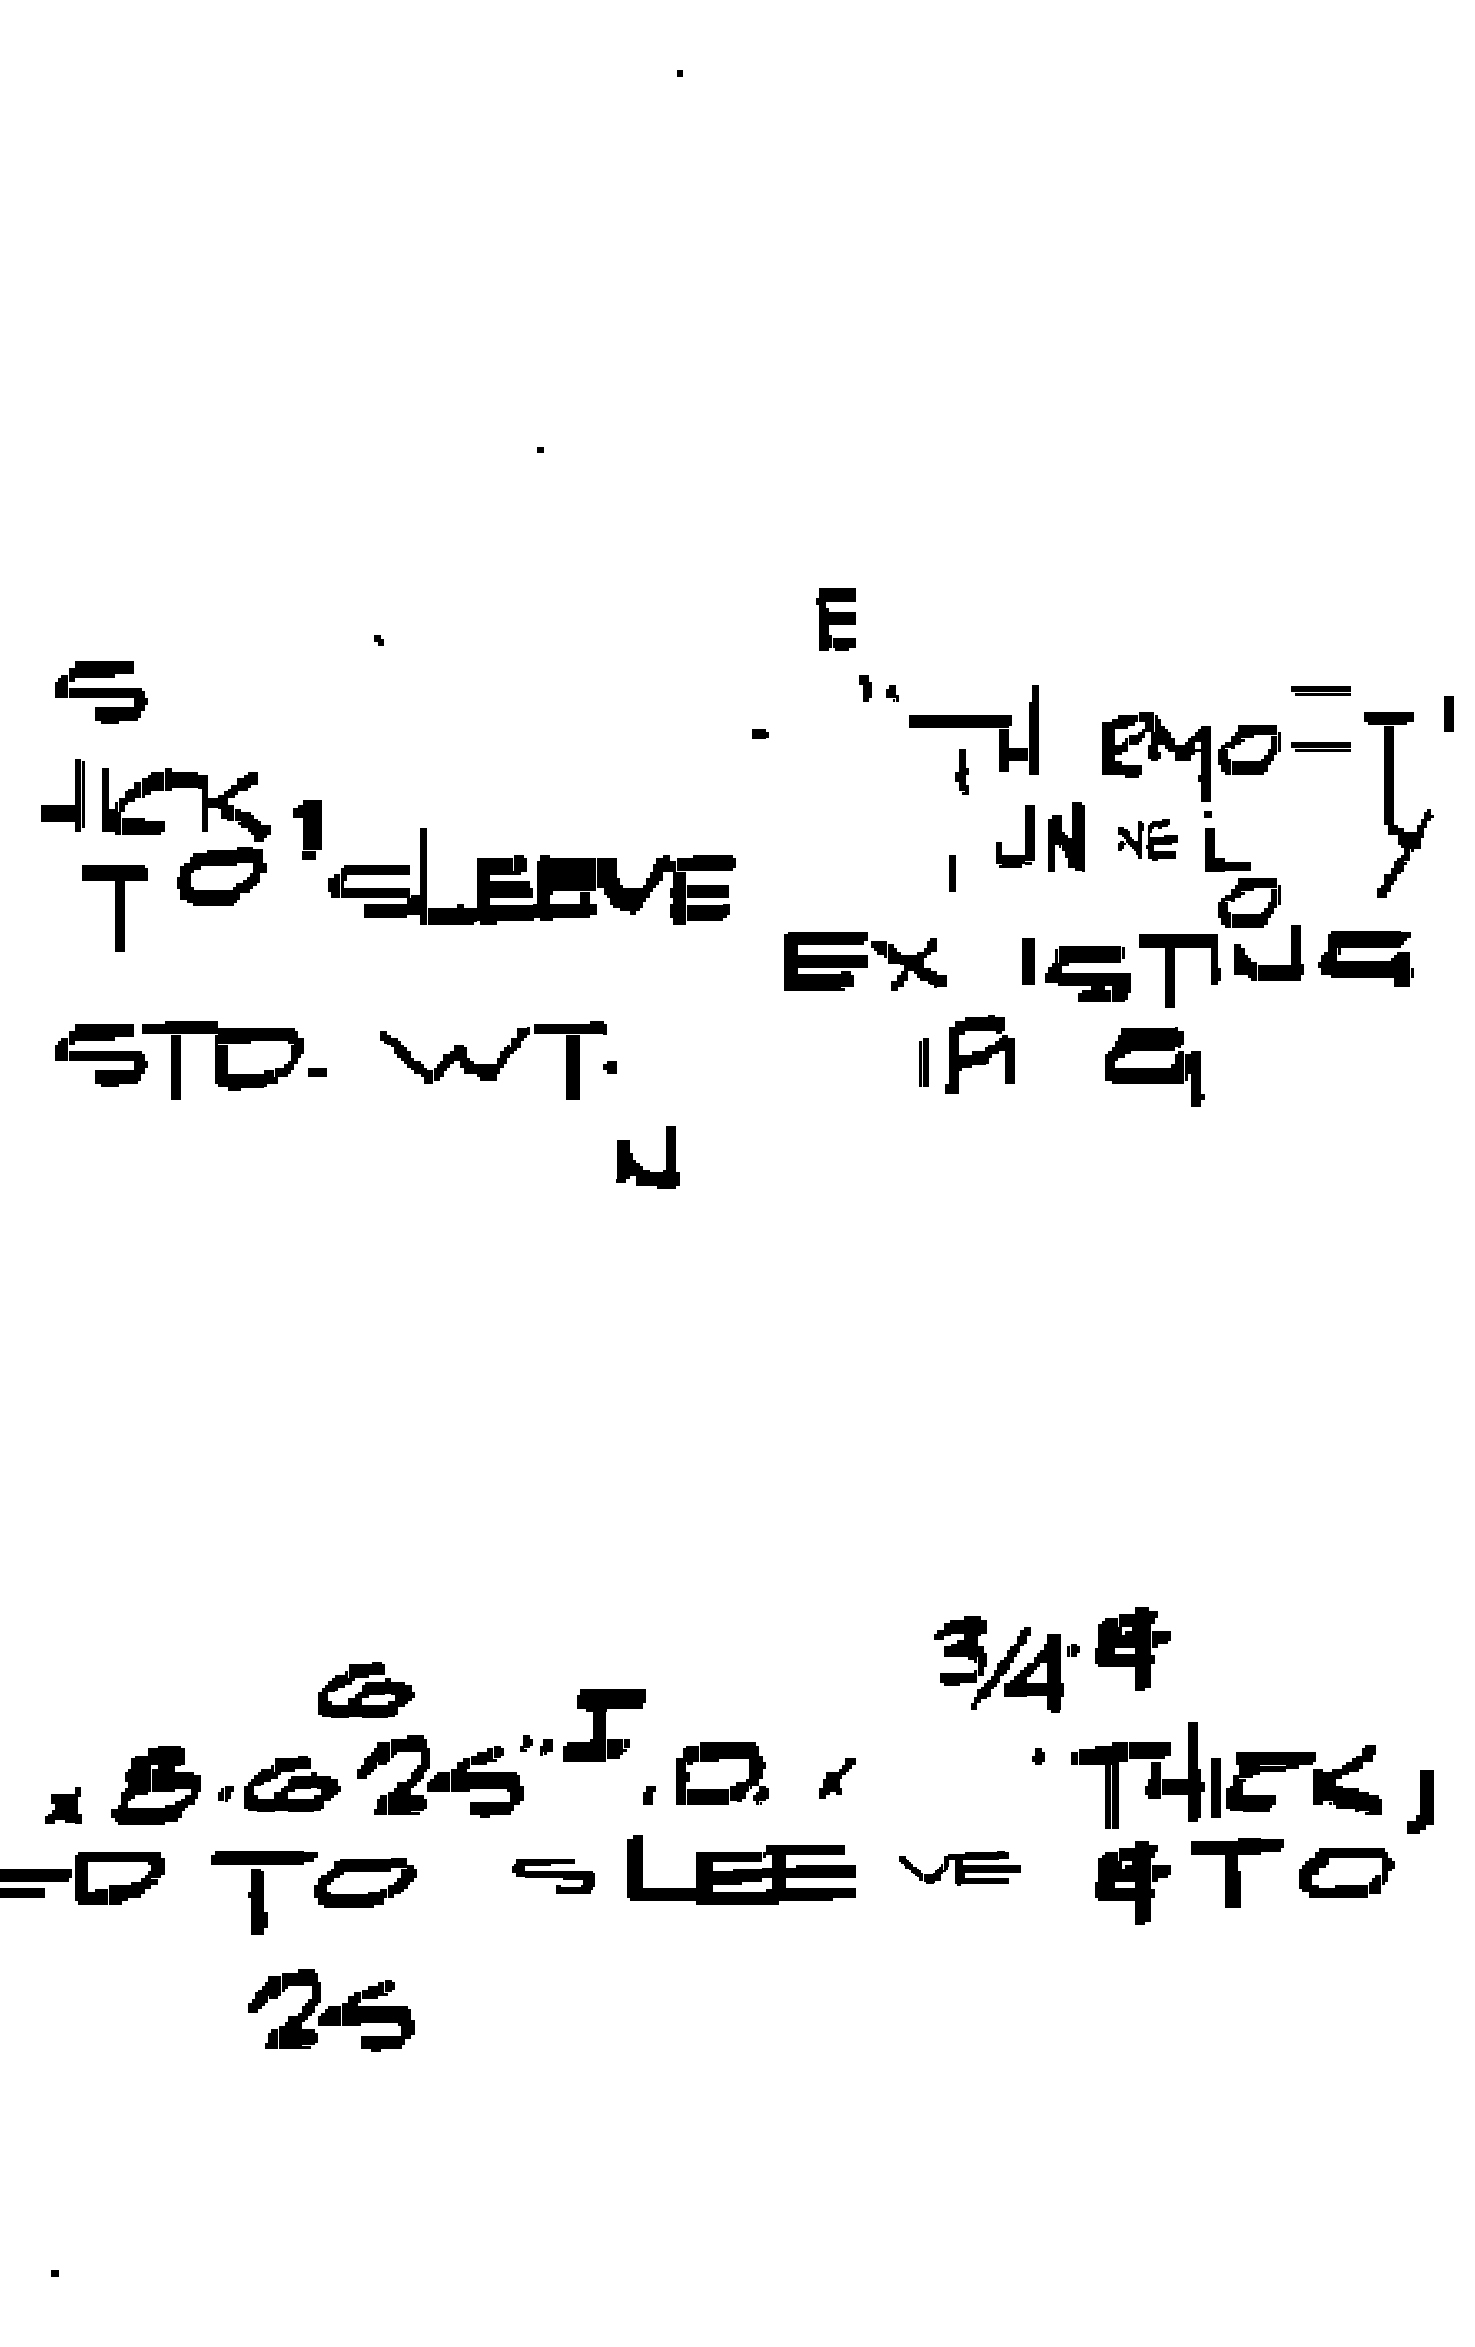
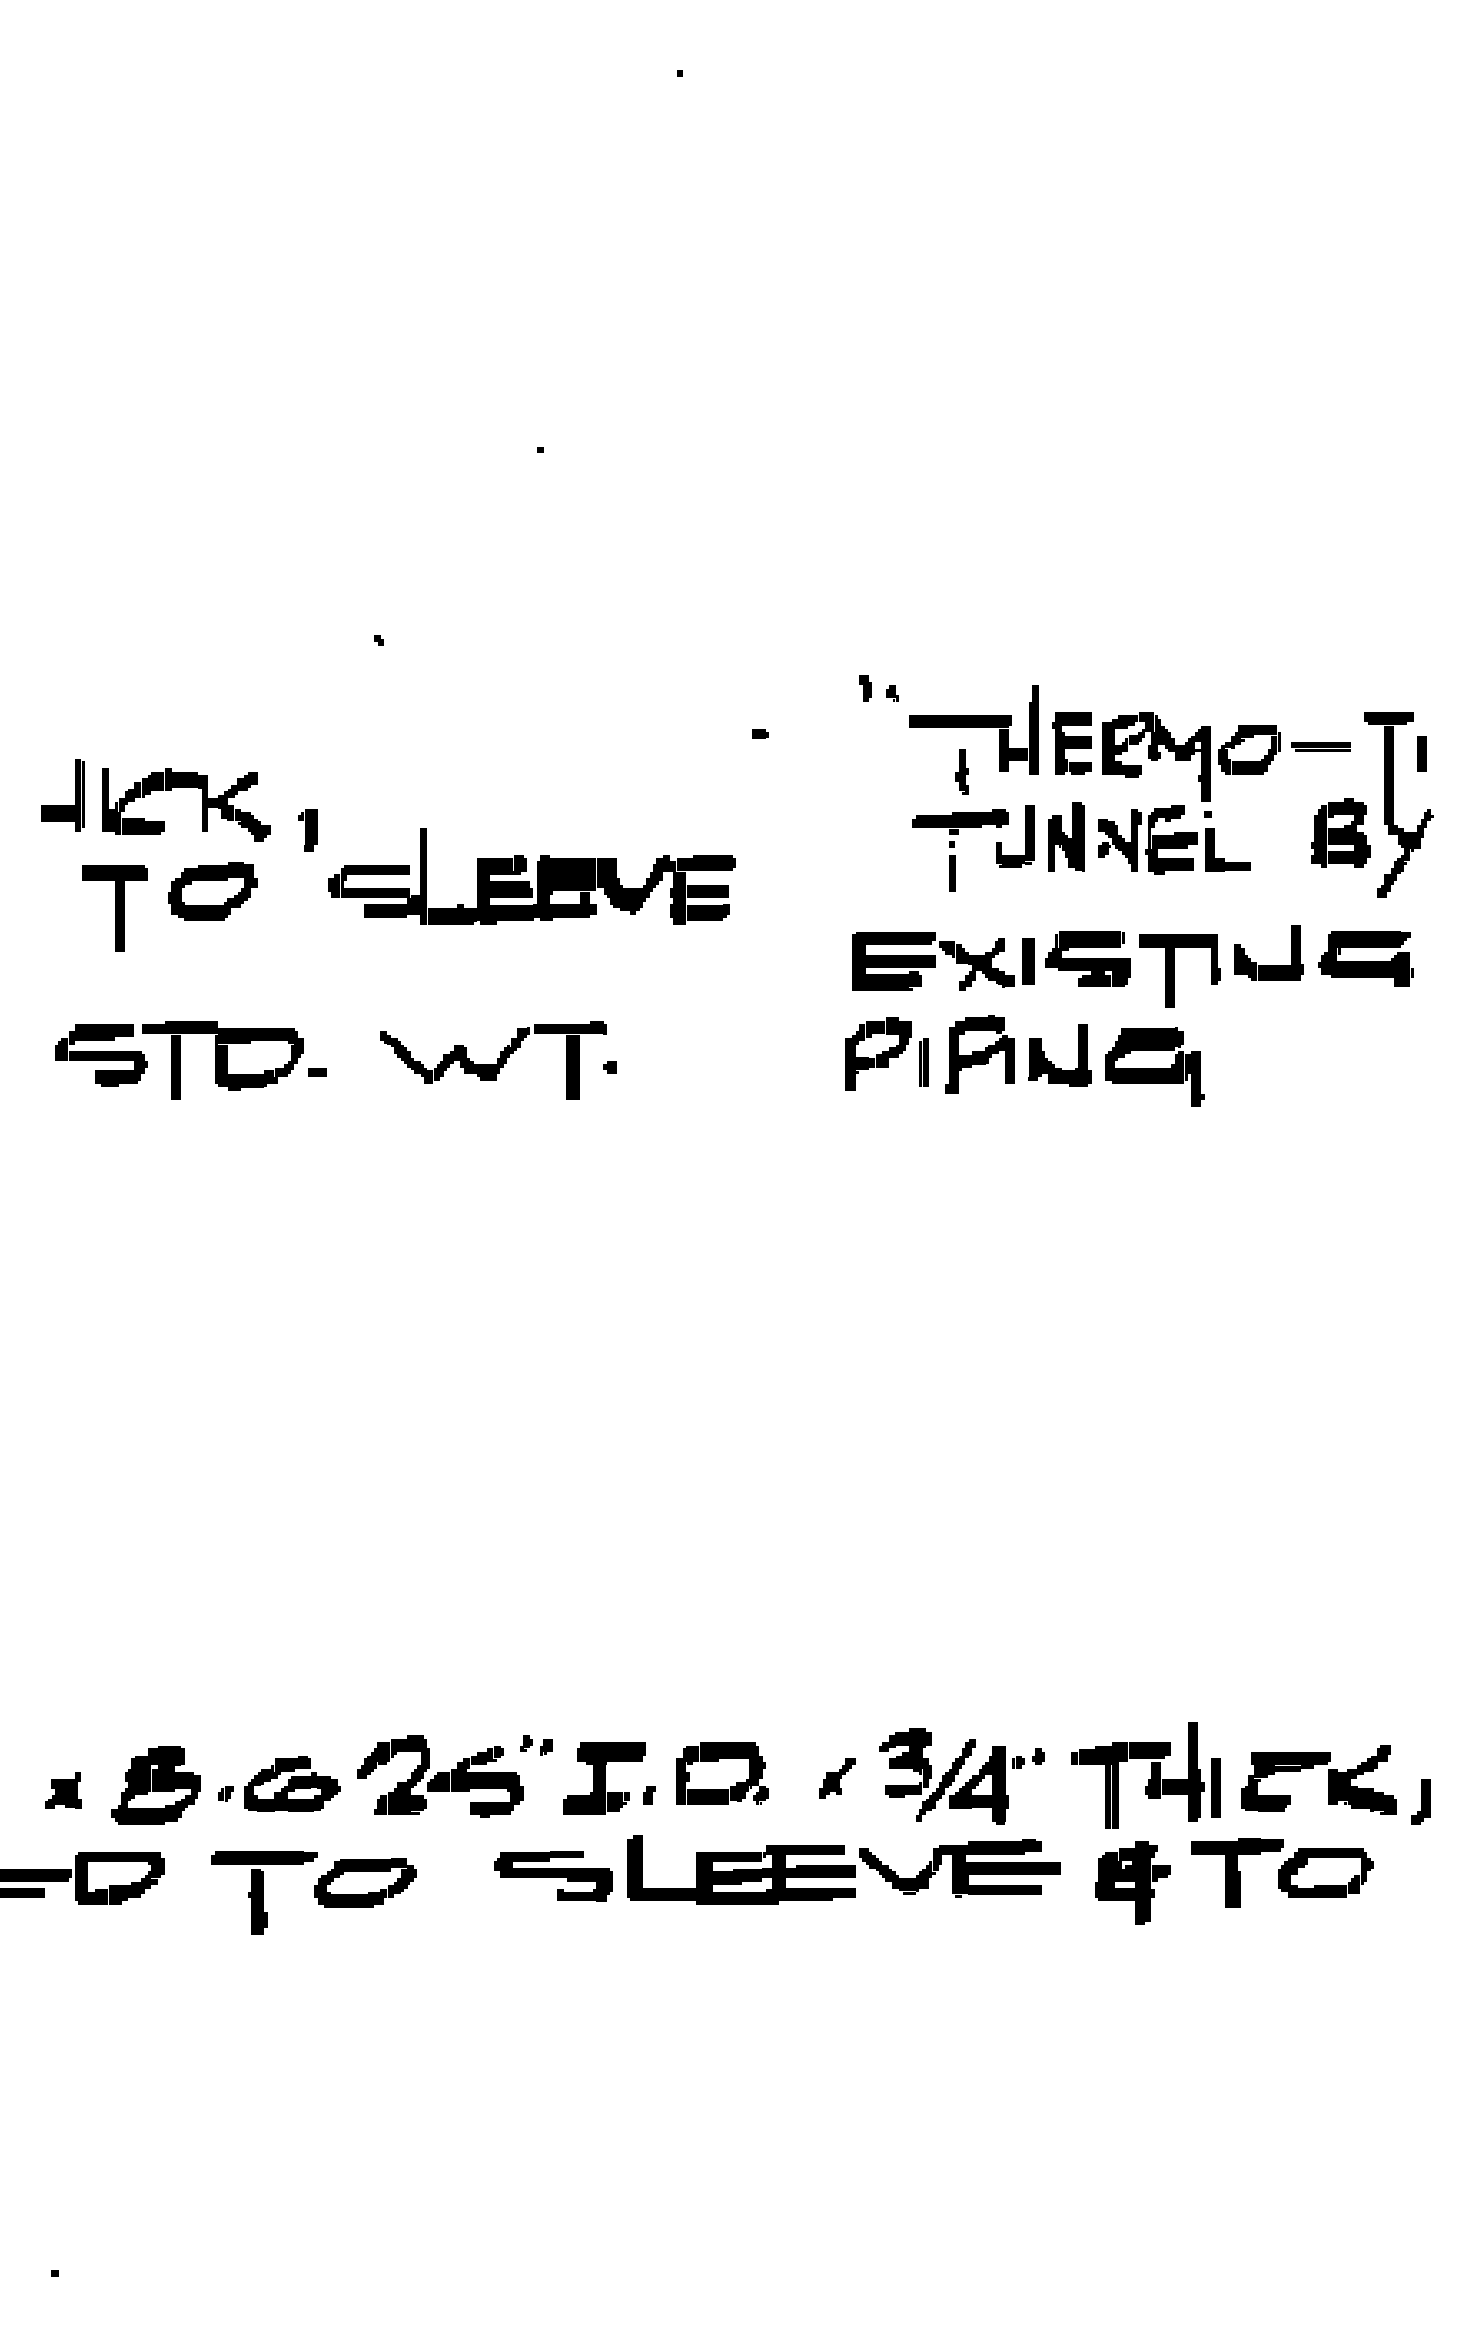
part at (835, 619) position: (835, 619) -> (1071, 743)
part at (1320, 690): present -> none
part at (101, 692): present -> none
line at (1448, 713) position: (1448, 713) -> (1421, 753)
part at (960, 828): none -> present
part at (307, 829) size: 29x60 px -> 20x43 px
part at (1340, 832): none -> present
part at (1147, 839) size: 60x42 px -> 100x70 px
part at (221, 876) position: (221, 876) -> (212, 891)
part at (1244, 894): present -> none
part at (865, 961) position: (865, 961) -> (933, 961)
part at (1087, 973) position: (1087, 973) -> (1087, 958)
part at (878, 1053): none -> present
part at (639, 1163) position: (639, 1163) -> (1051, 1061)
part at (1132, 1648): present -> none
part at (1006, 1664) position: (1006, 1664) -> (951, 1776)
part at (366, 1689): present -> none
part at (604, 1725) position: (604, 1725) -> (604, 1778)
part at (1313, 1779) position: (1313, 1779) -> (1328, 1779)
part at (1420, 1801) size: 27x64 px -> 20x46 px
part at (63, 1805) position: (63, 1805) -> (63, 1790)
part at (959, 1868) size: 122x35 px -> 202x59 px
part at (553, 1876) size: 83x35 px -> 119x51 px
part at (1346, 1885) position: (1346, 1885) -> (1325, 1885)
part at (331, 2010): present -> none
